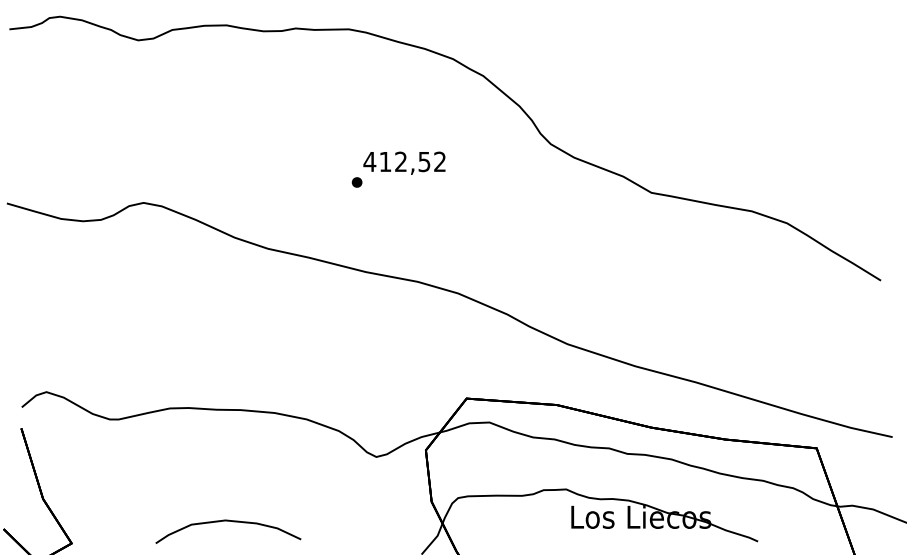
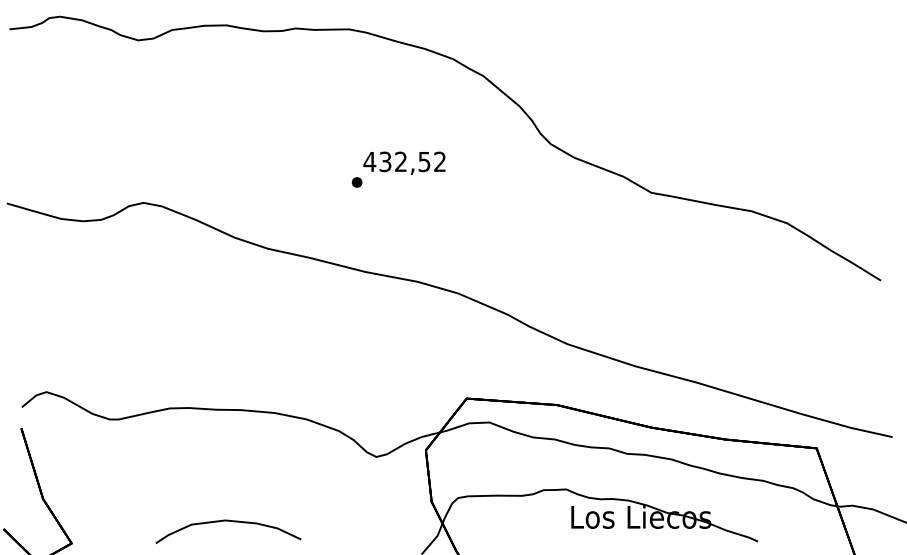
text at (385, 161): 412,52 -> 432,52
